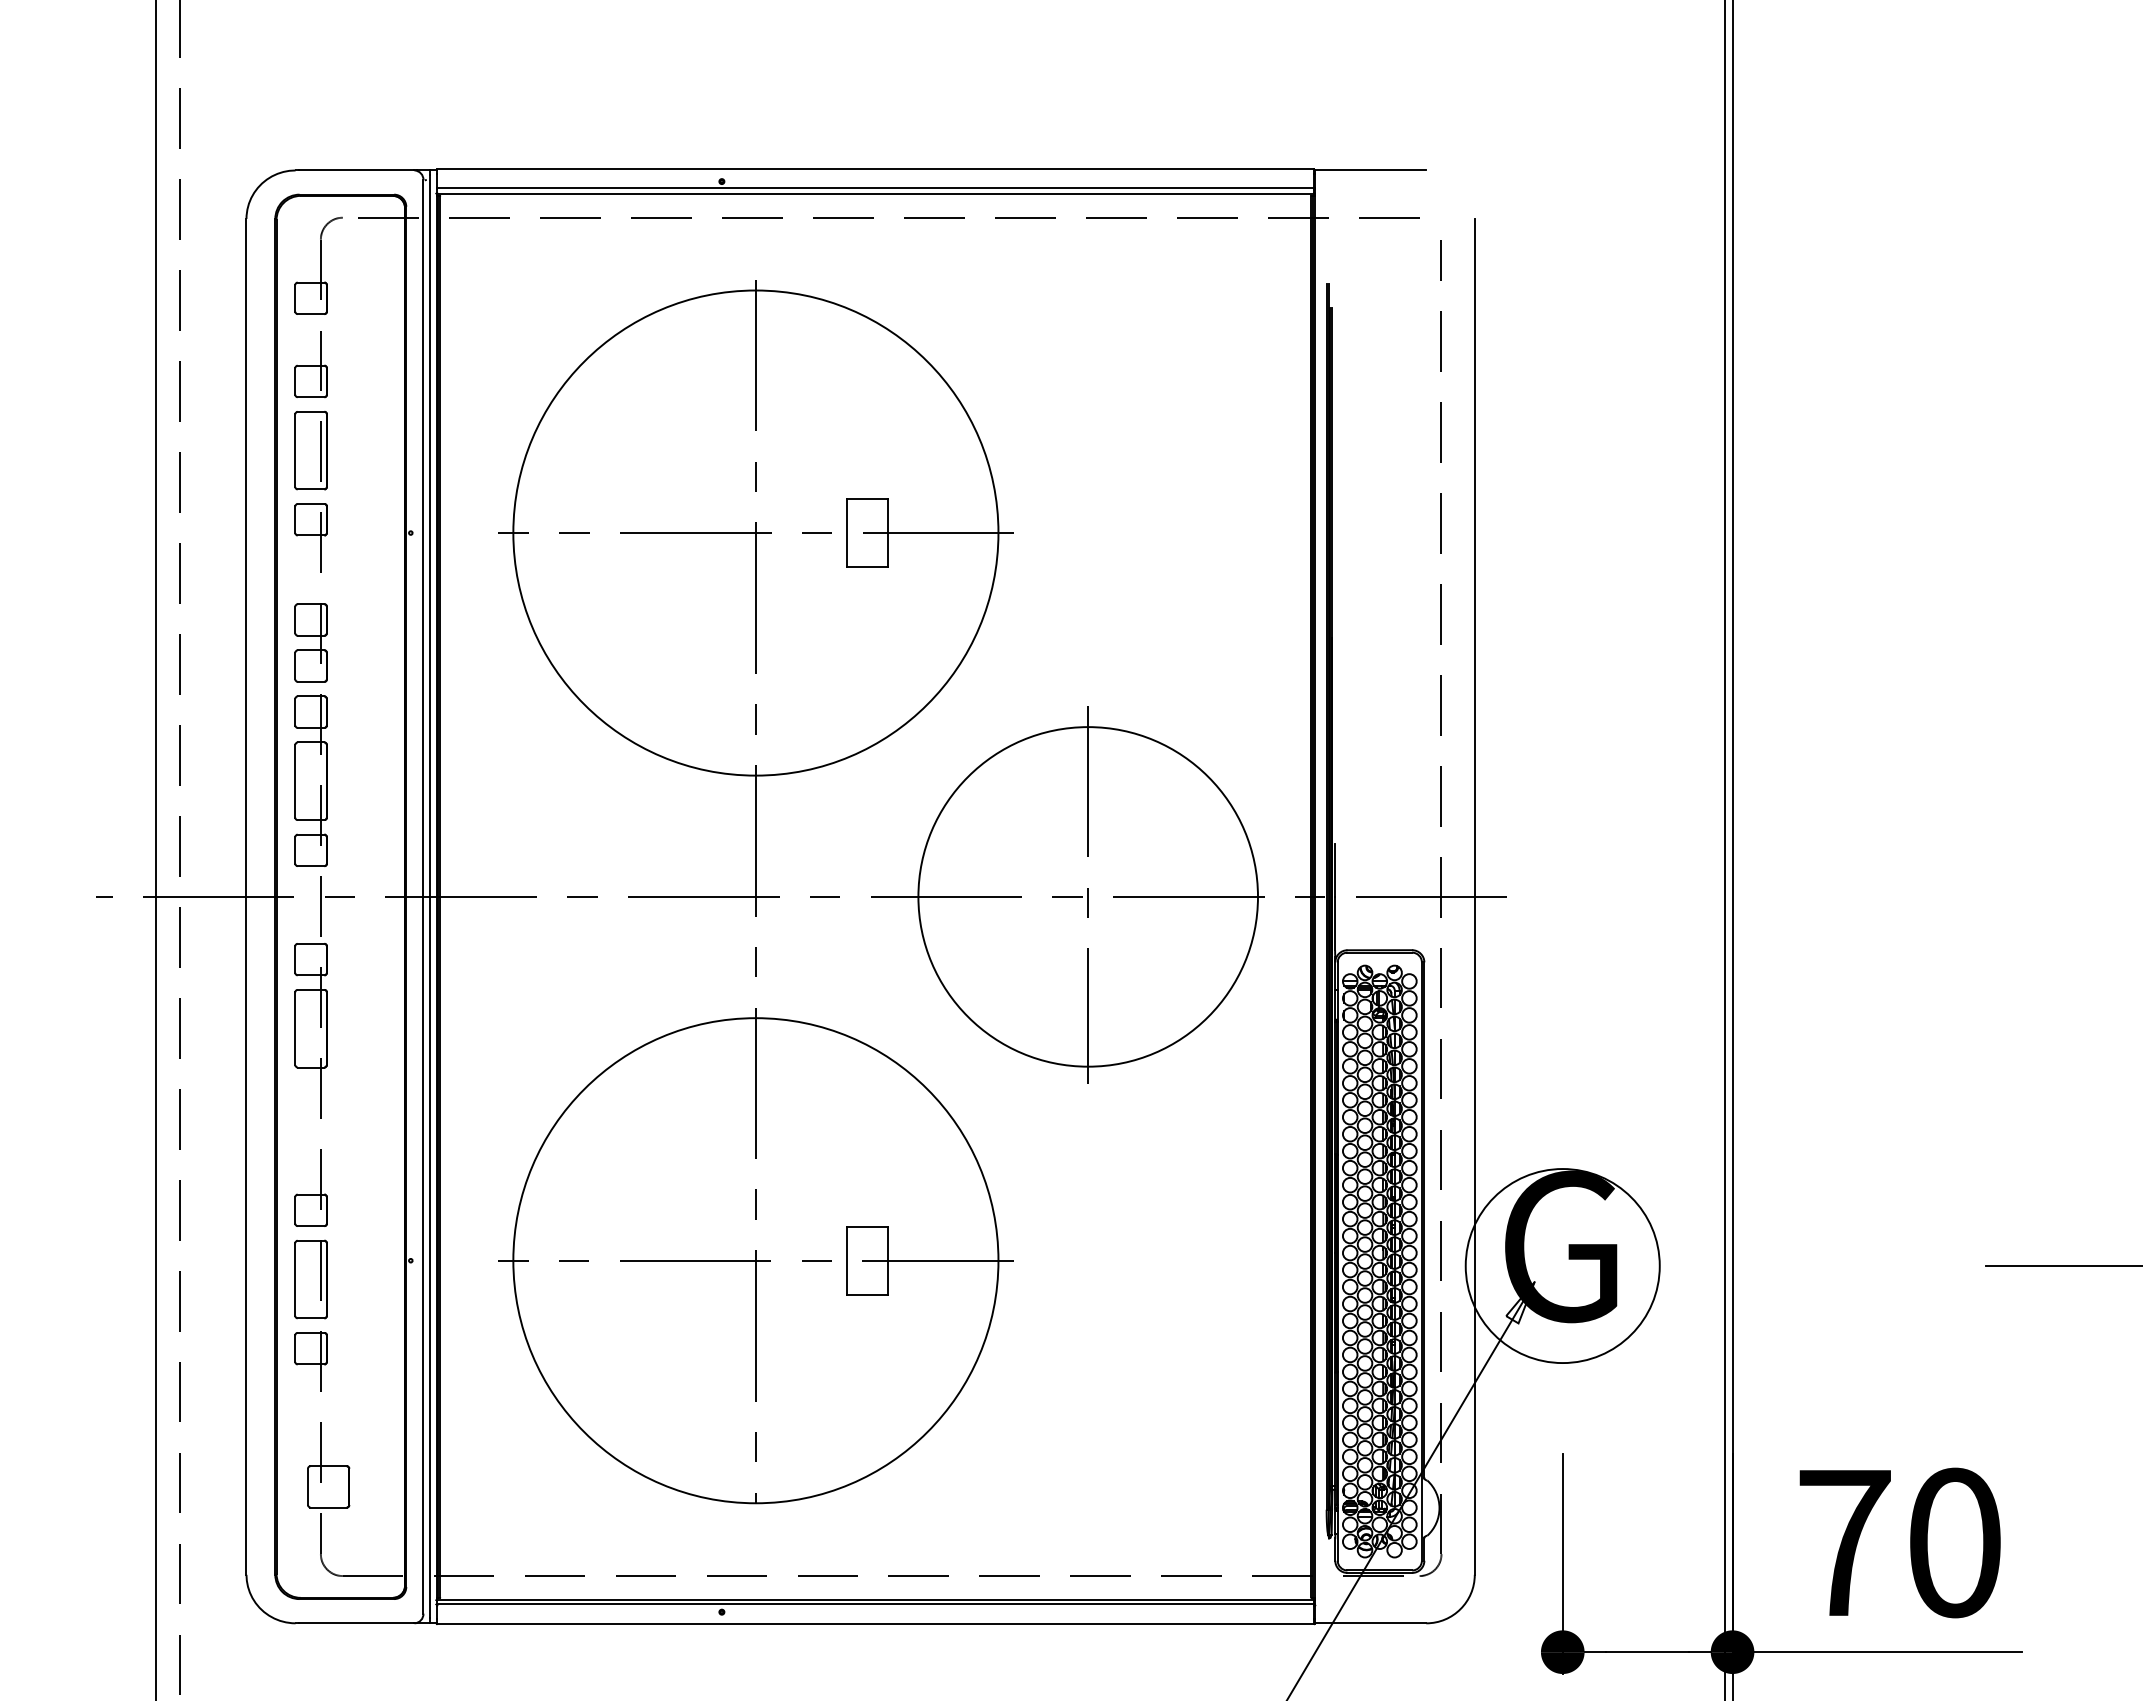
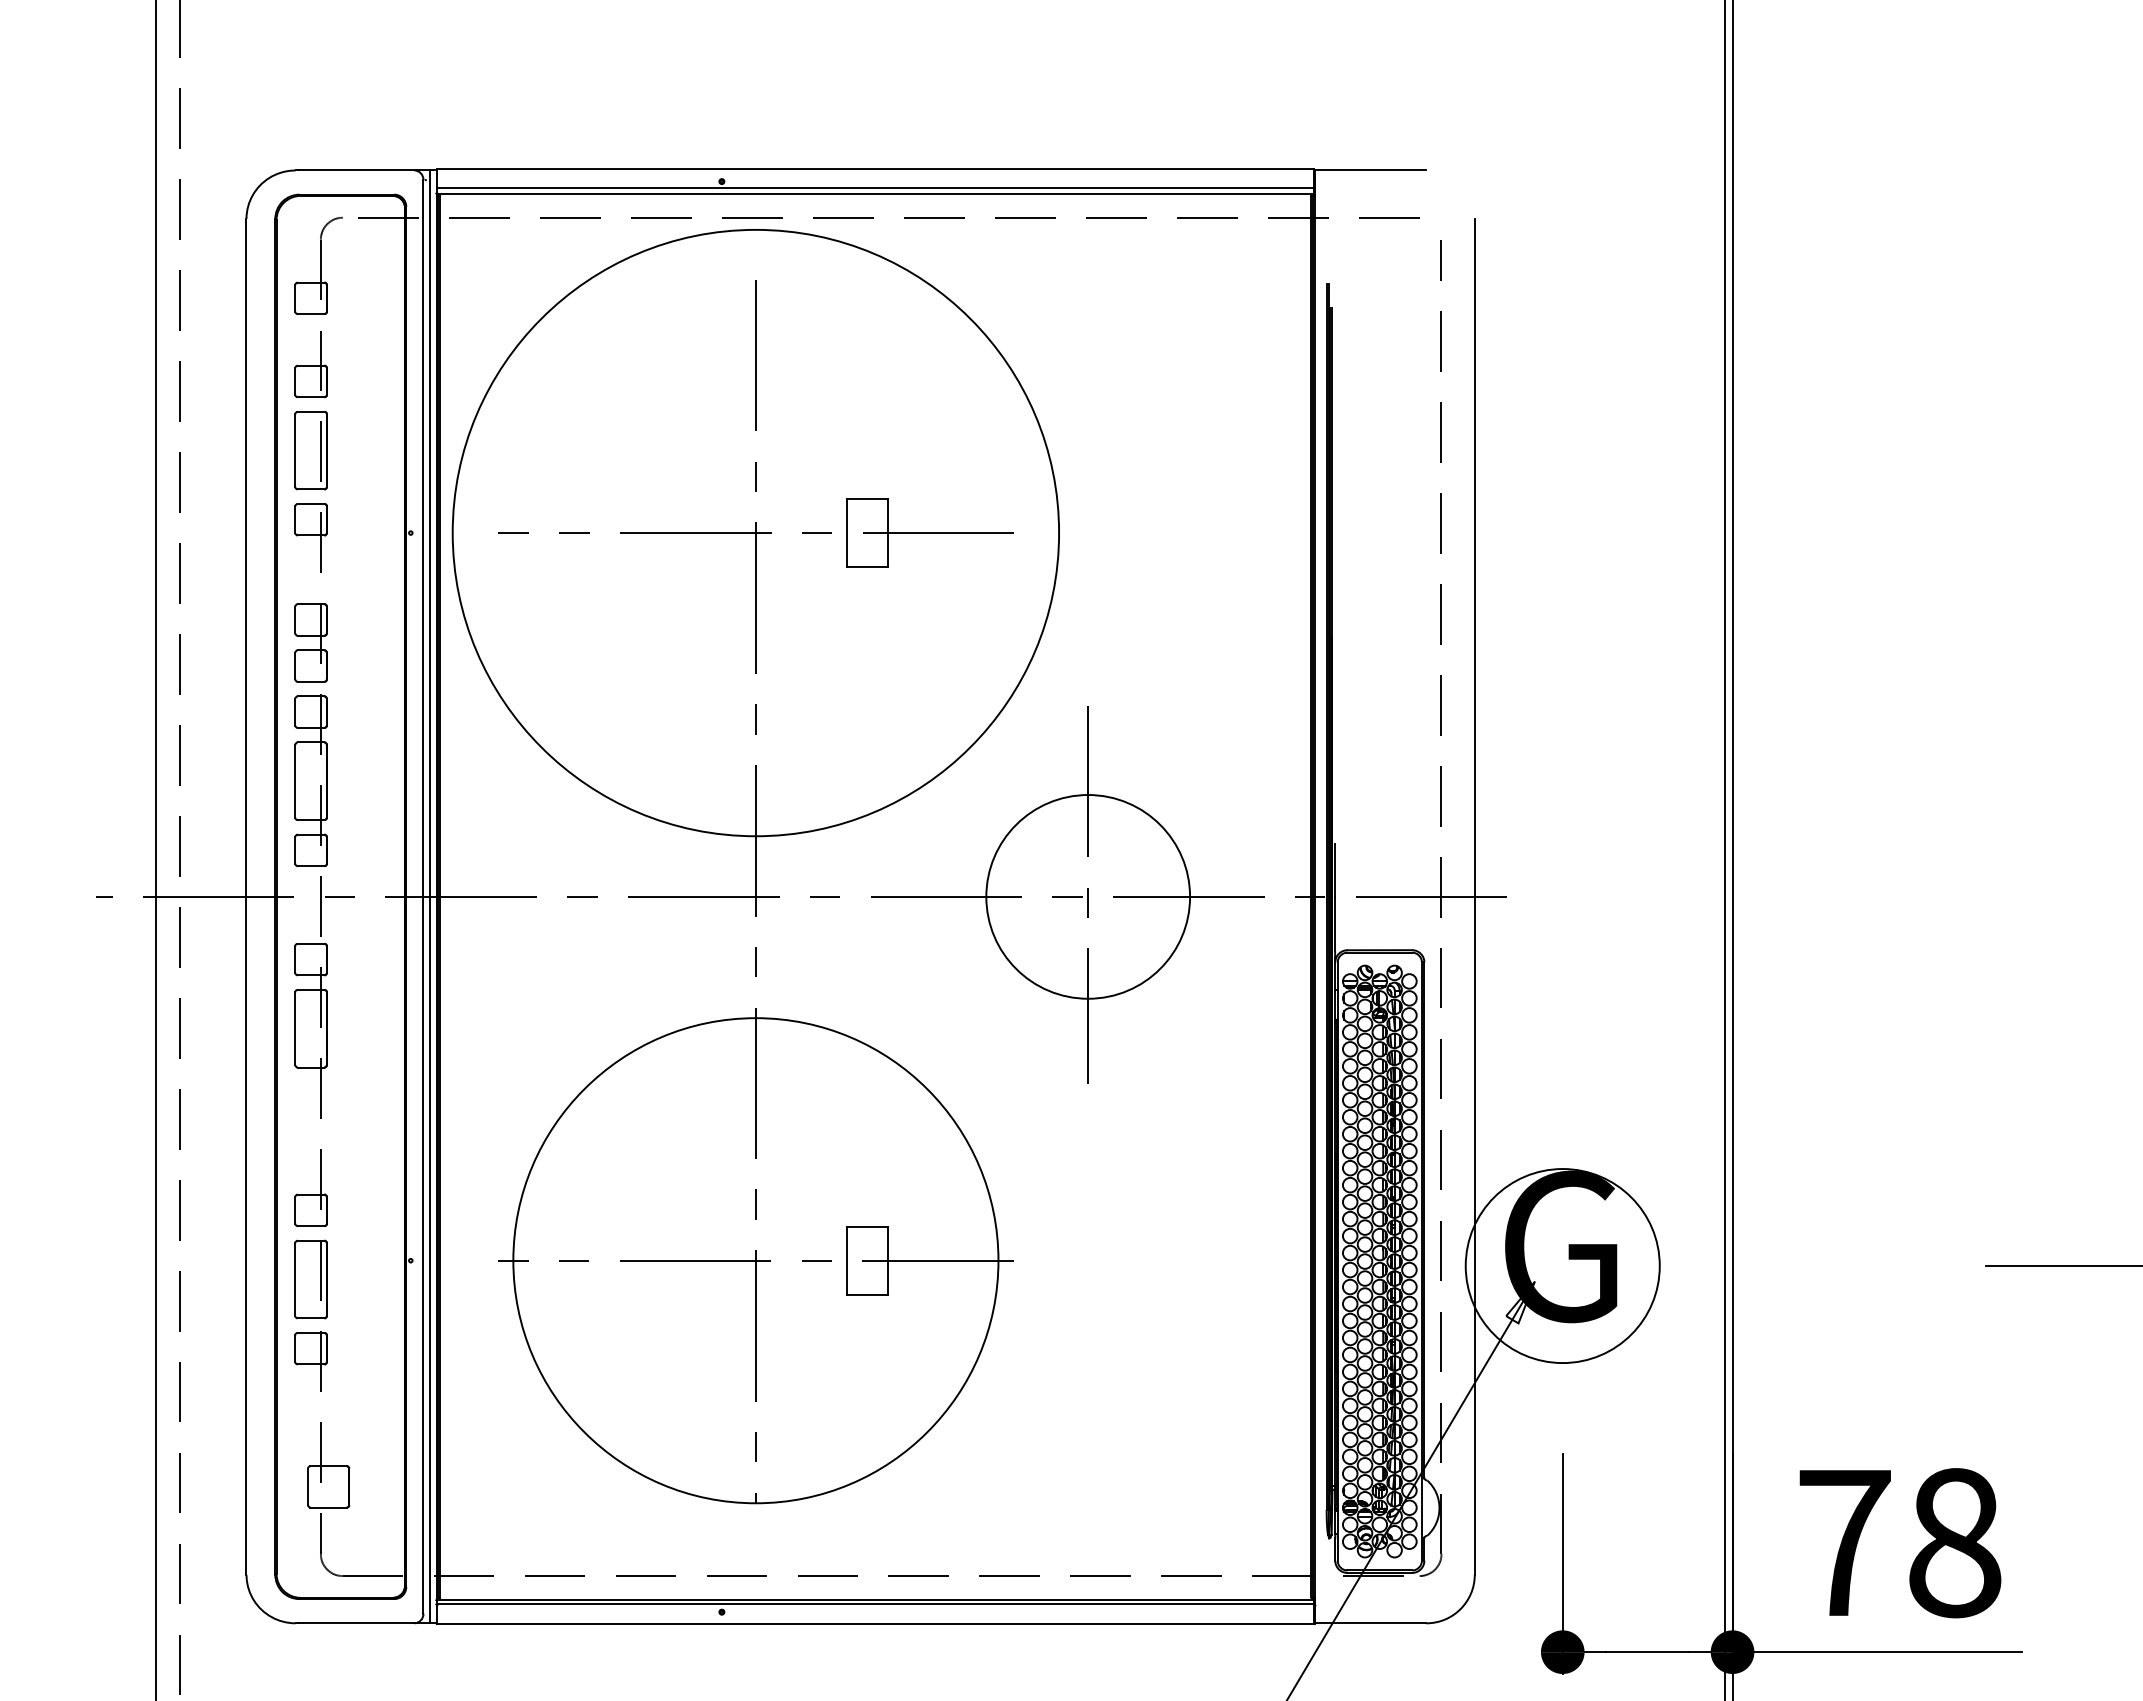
circle at (755, 532) diameter: 485 px -> 606 px
circle at (1087, 896) diameter: 340 px -> 204 px
text at (1955, 1542): 70 -> 78
